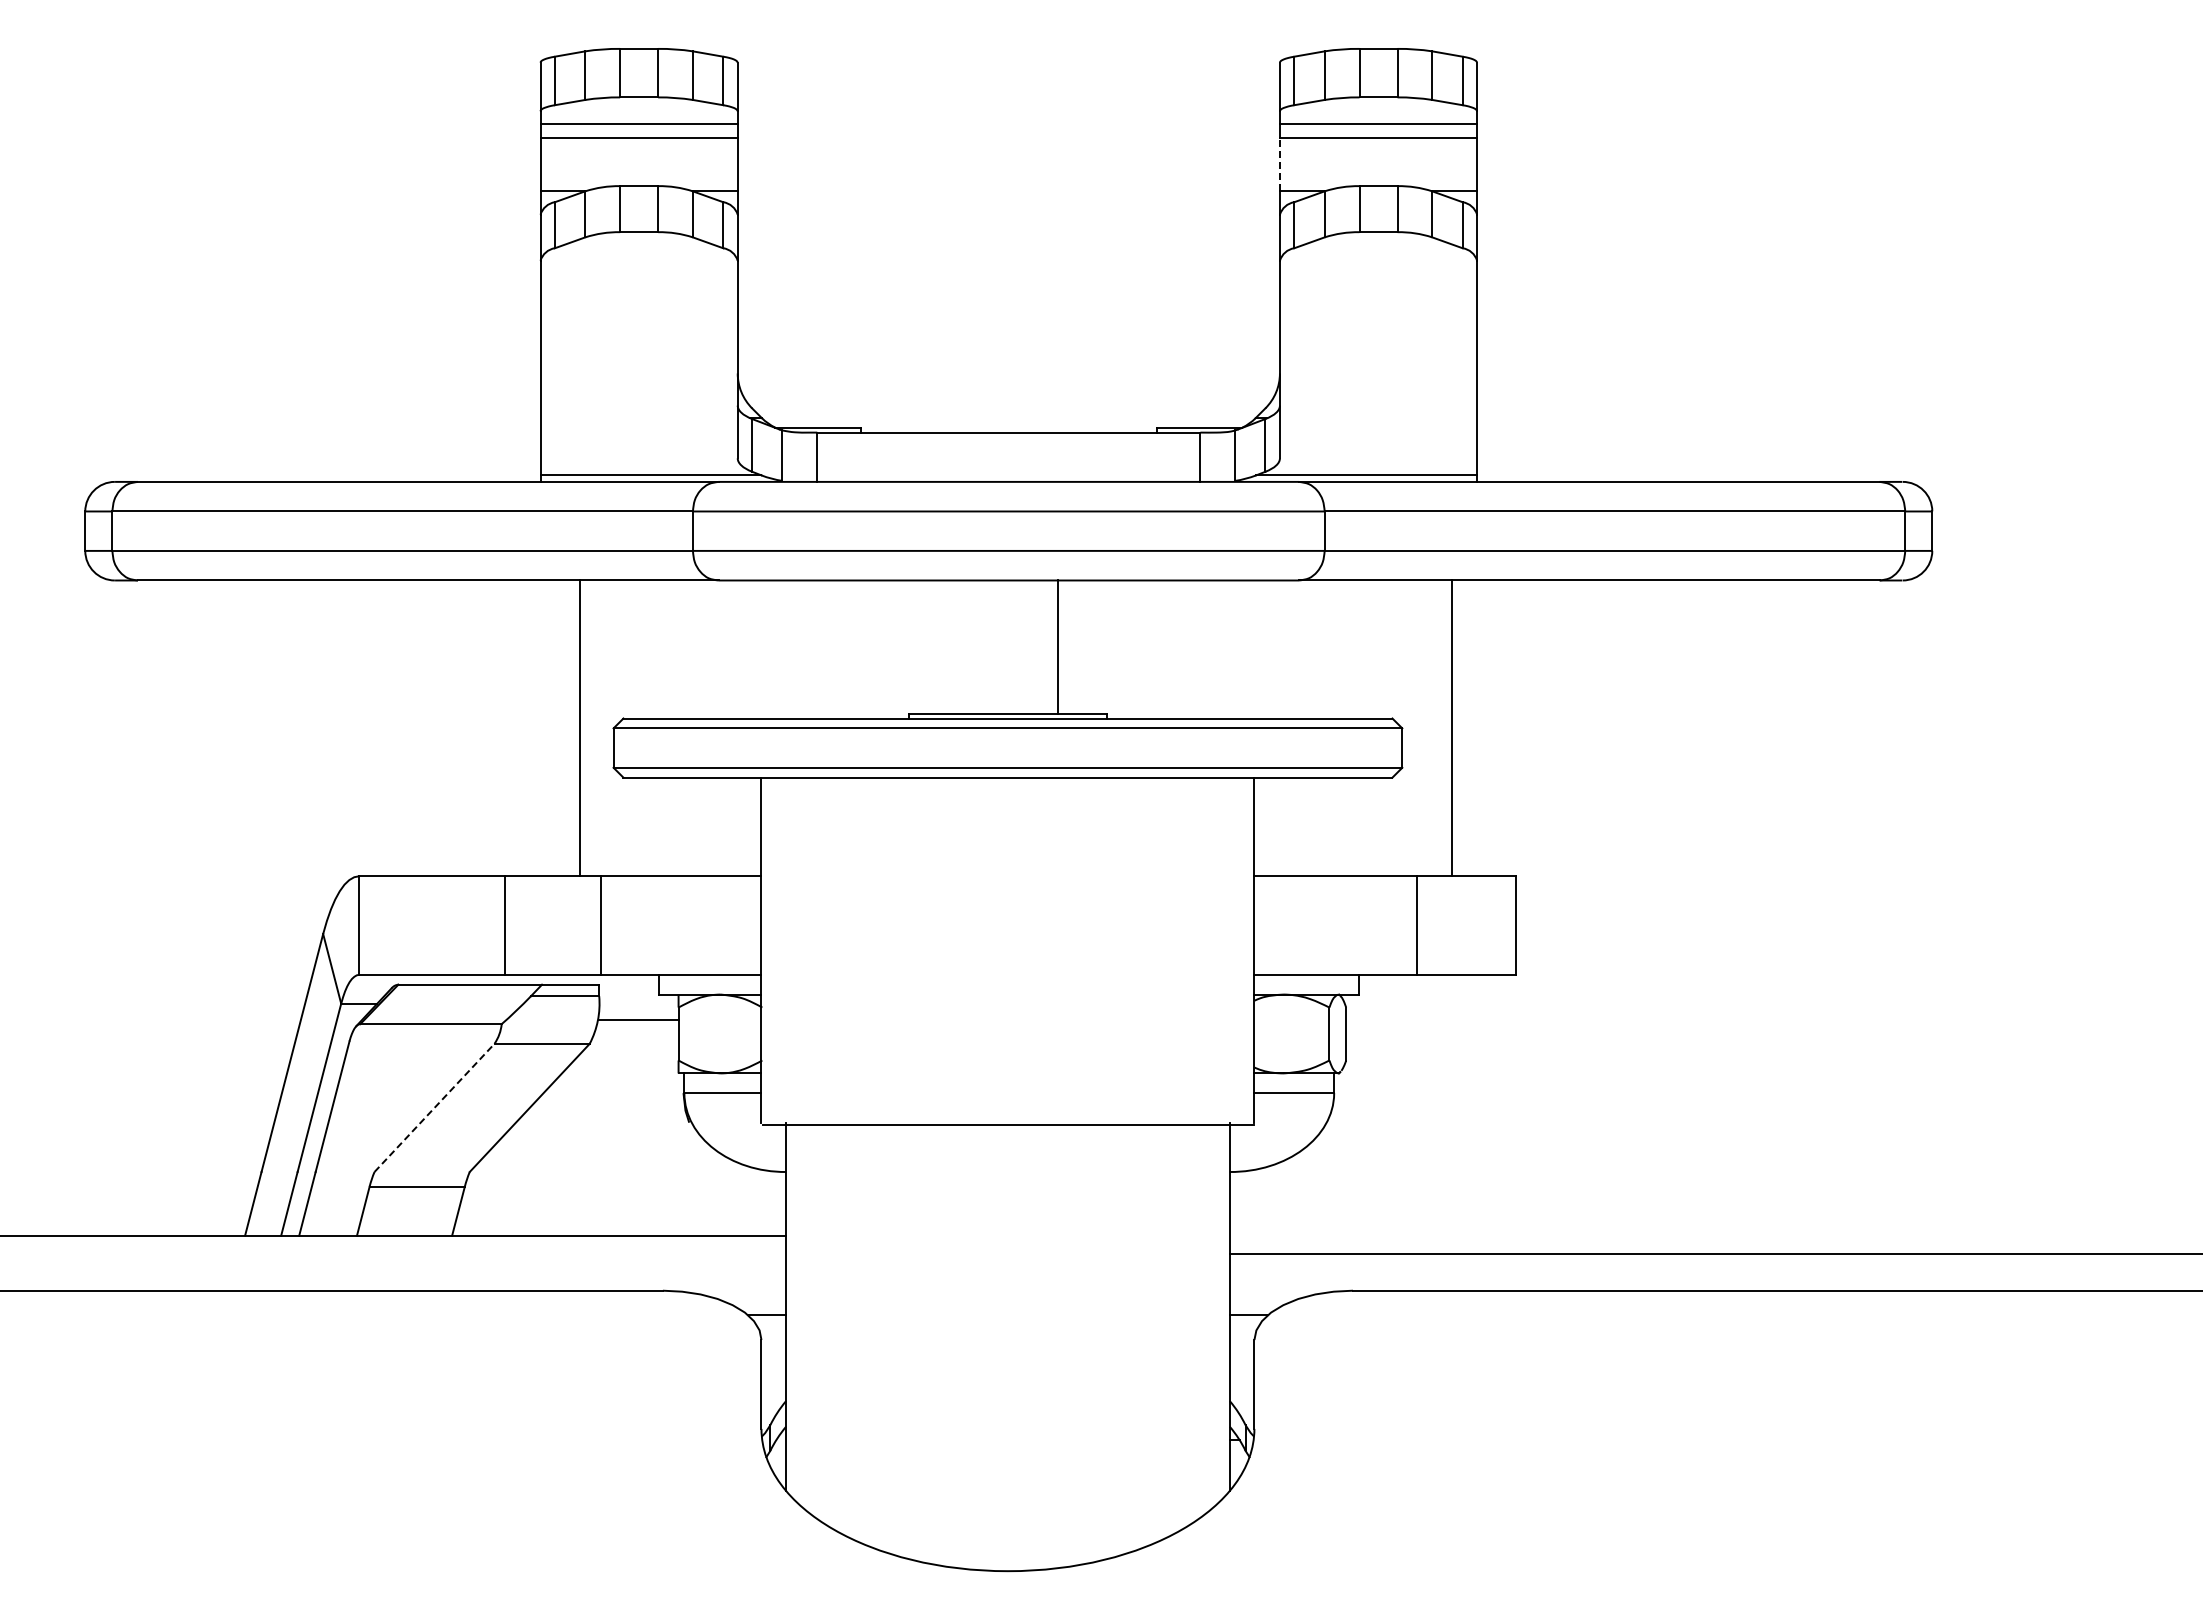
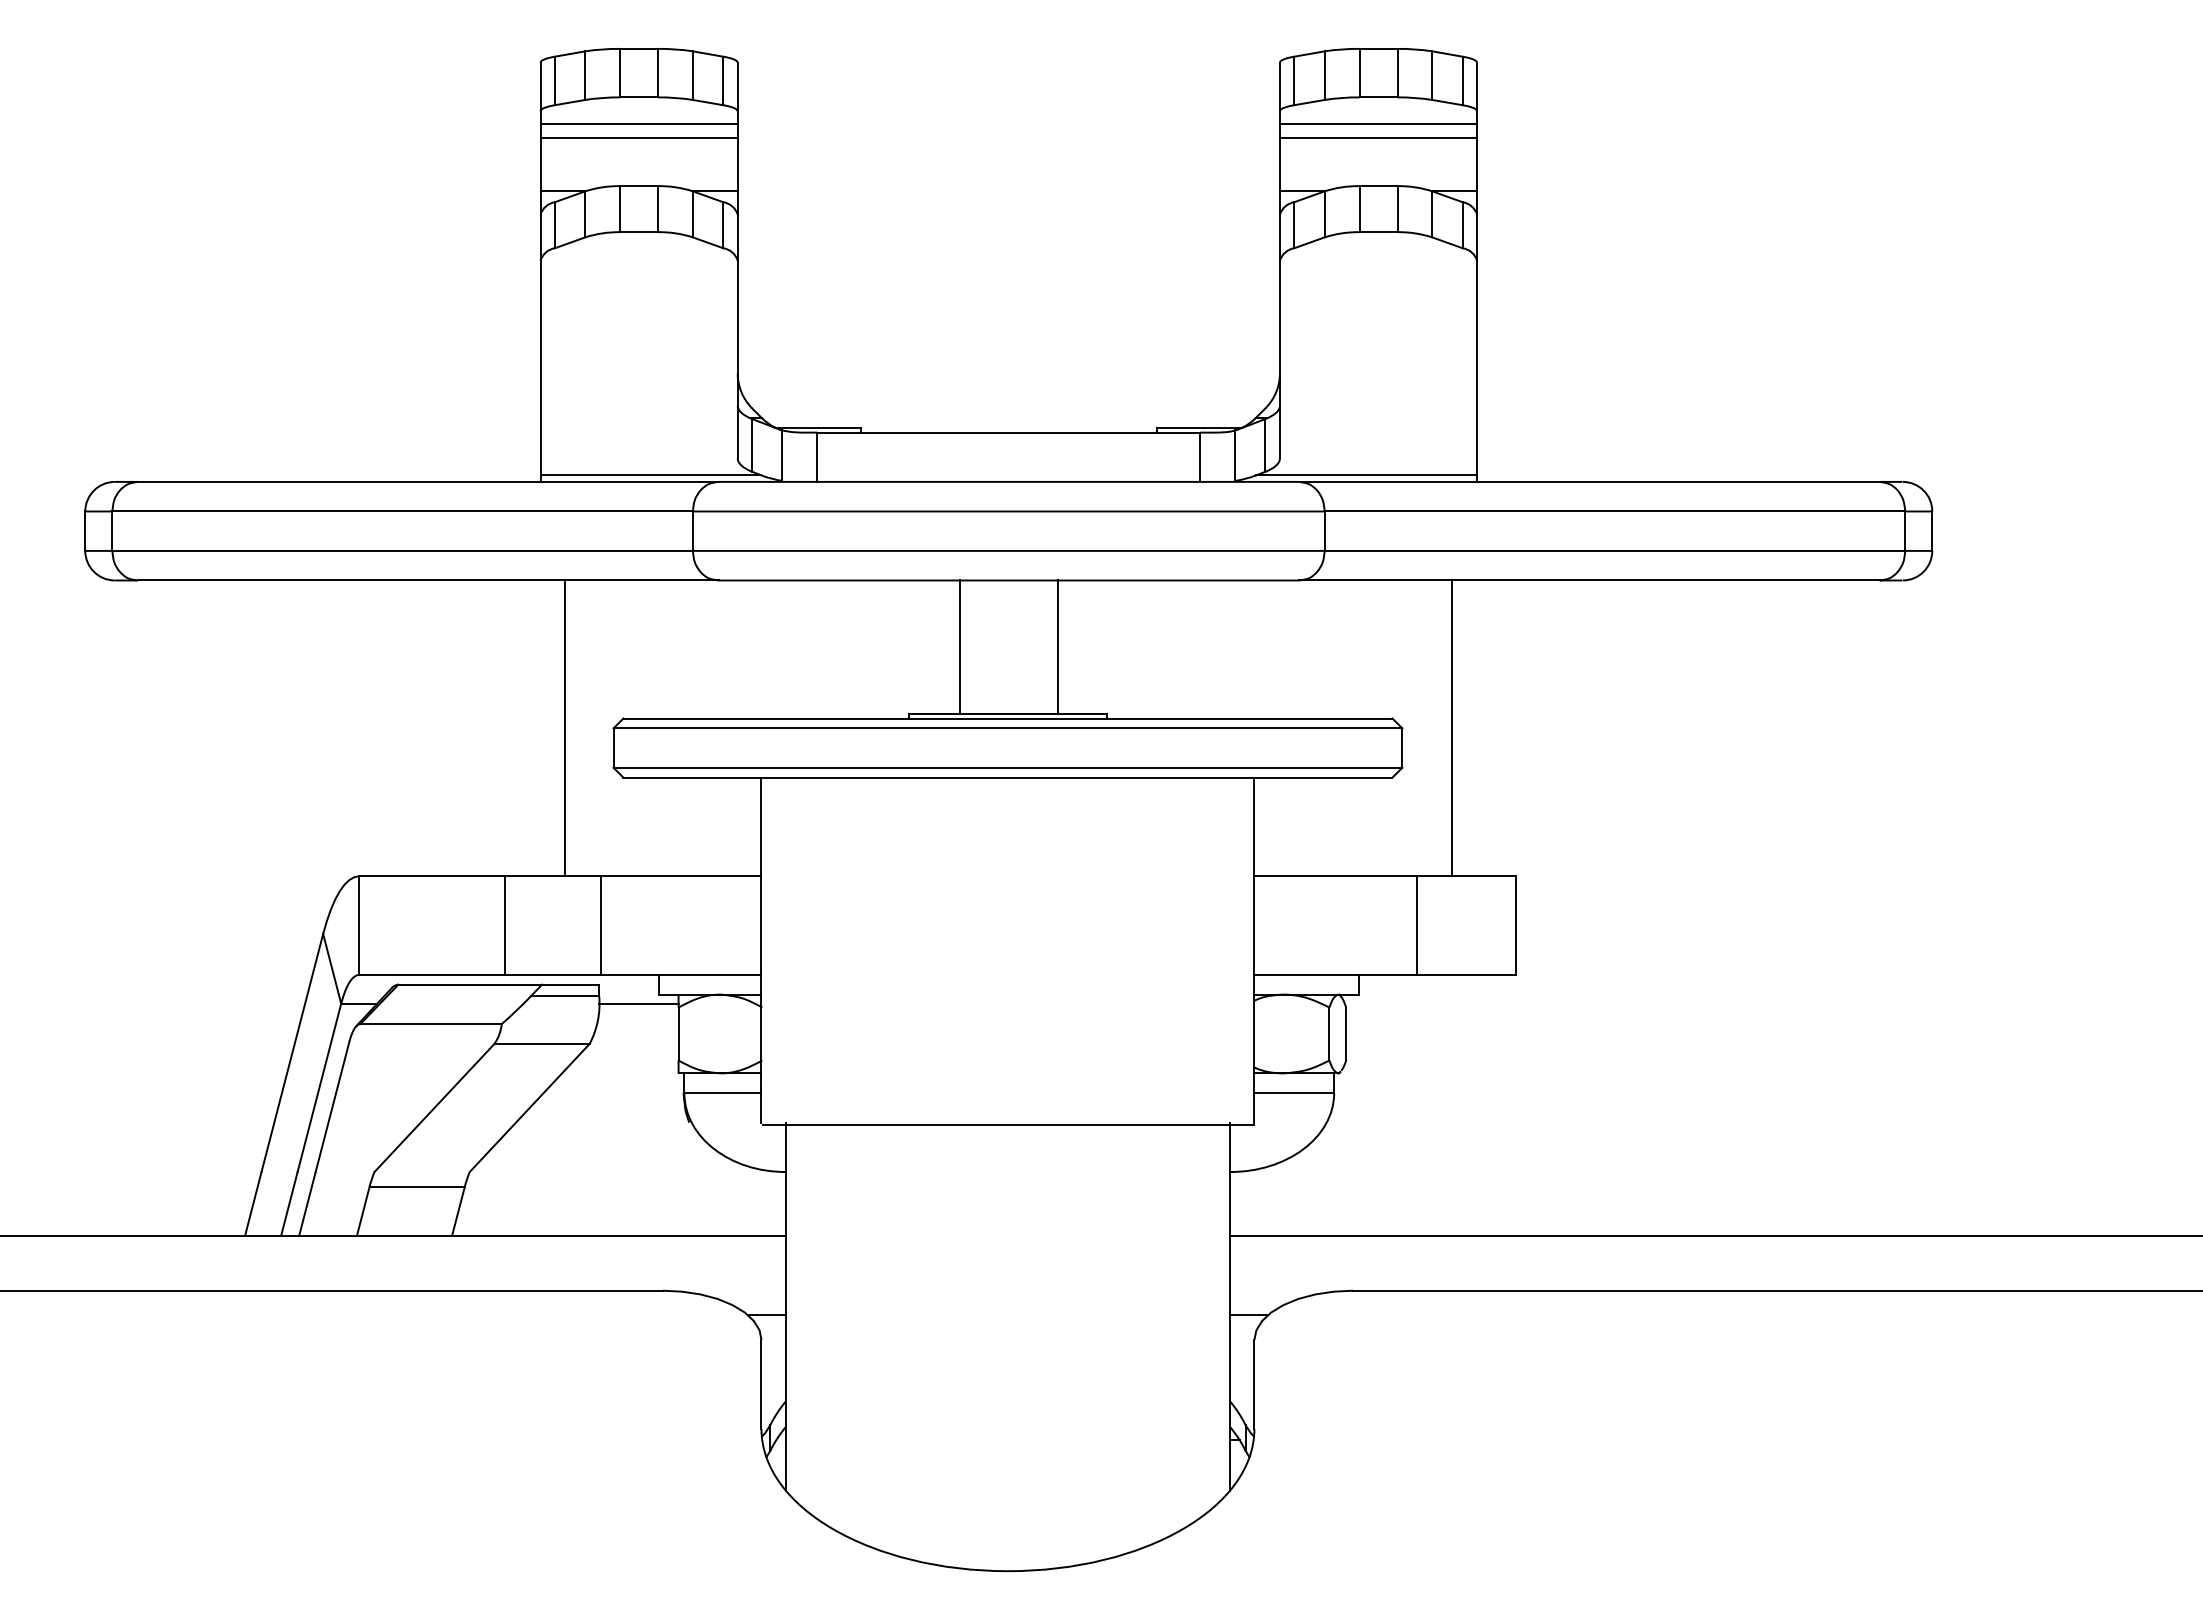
line at (1279, 164): dashed -> solid
line at (959, 646): none -> present
line at (580, 728) position: (580, 728) -> (565, 728)
line at (638, 1019) position: (638, 1019) -> (638, 1003)
line at (434, 1107): dashed -> solid
line at (1714, 1253) position: (1714, 1253) -> (1714, 1235)
